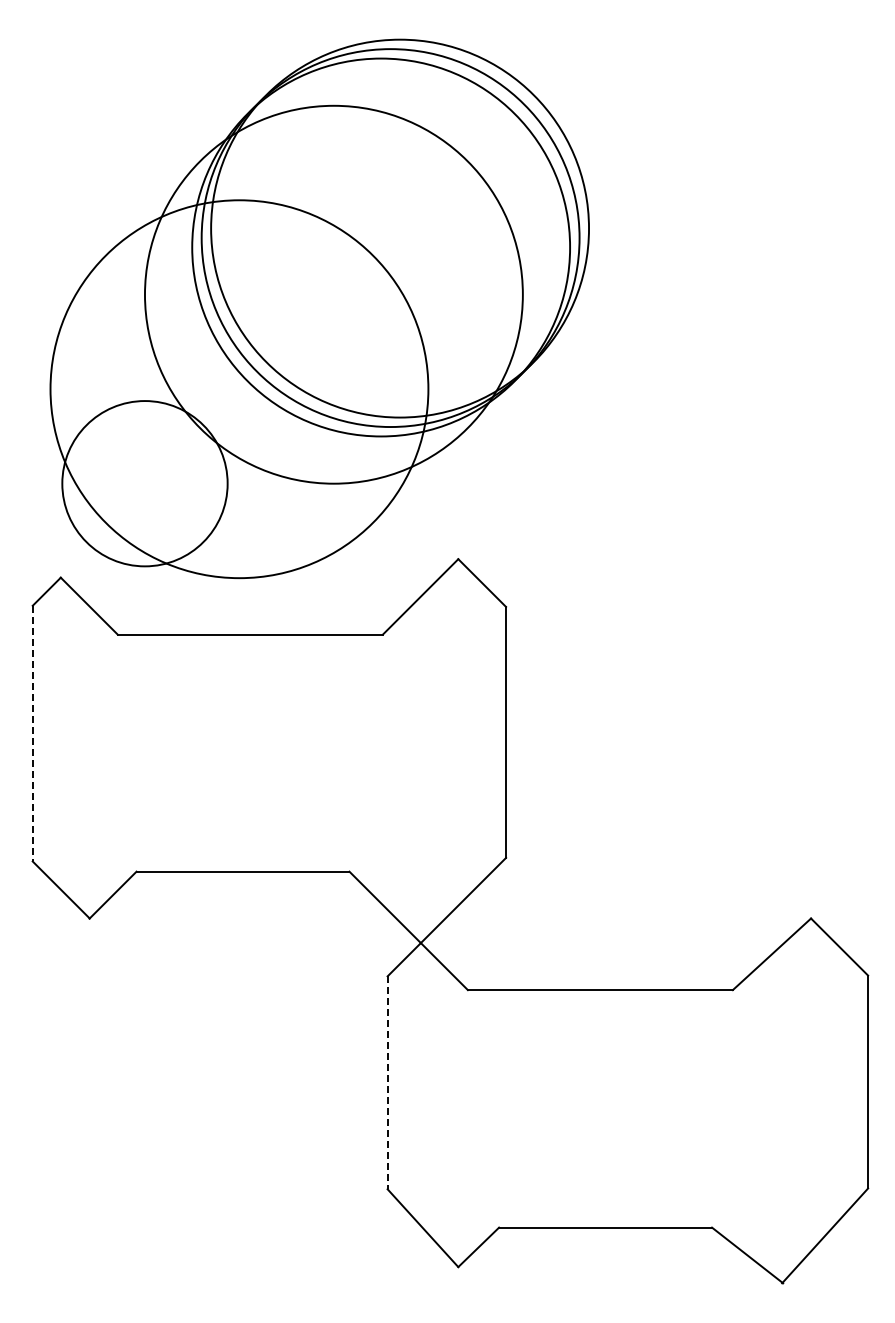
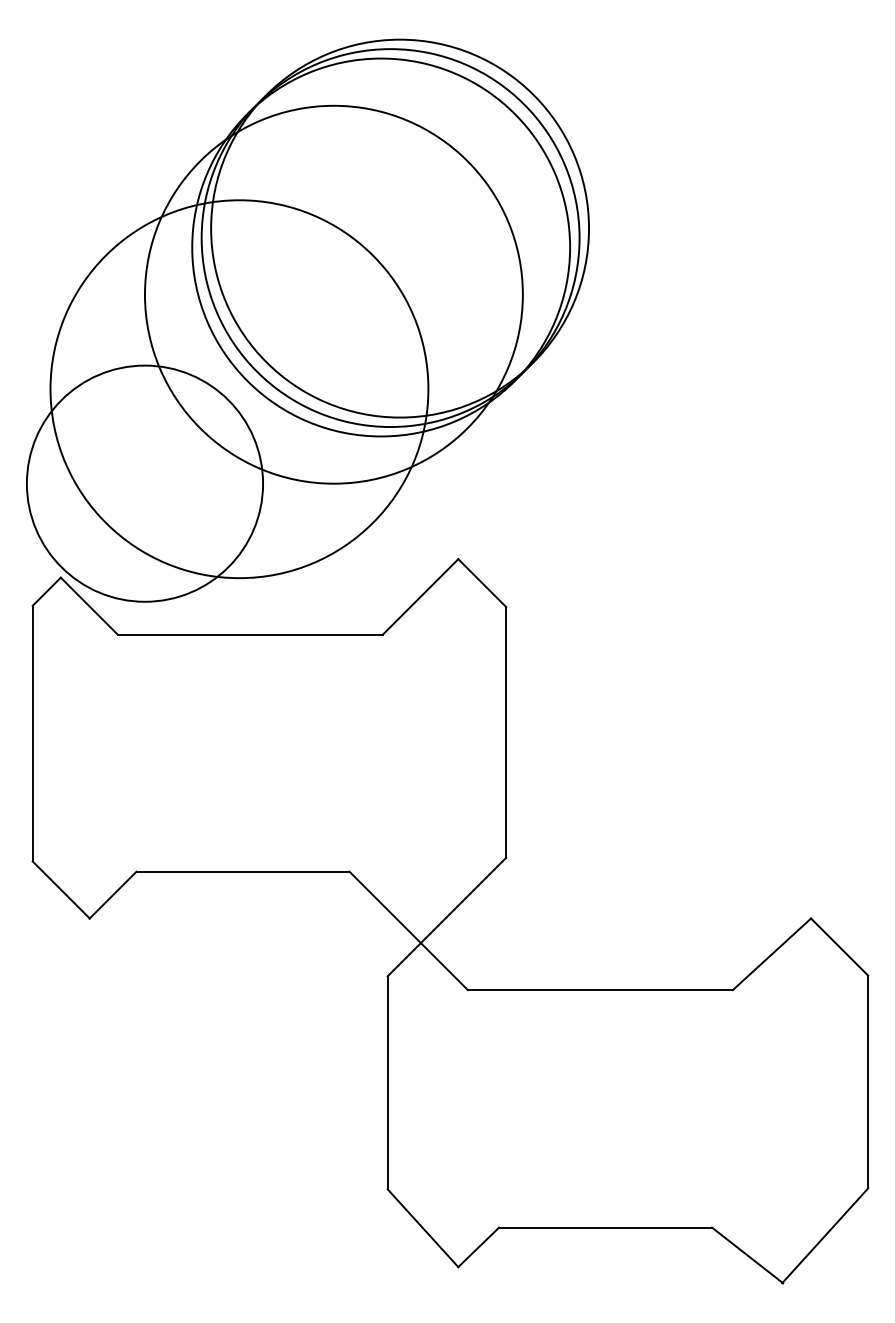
circle at (144, 483) diameter: 165 px -> 236 px
line at (32, 733): dashed -> solid
line at (387, 1083): dashed -> solid
